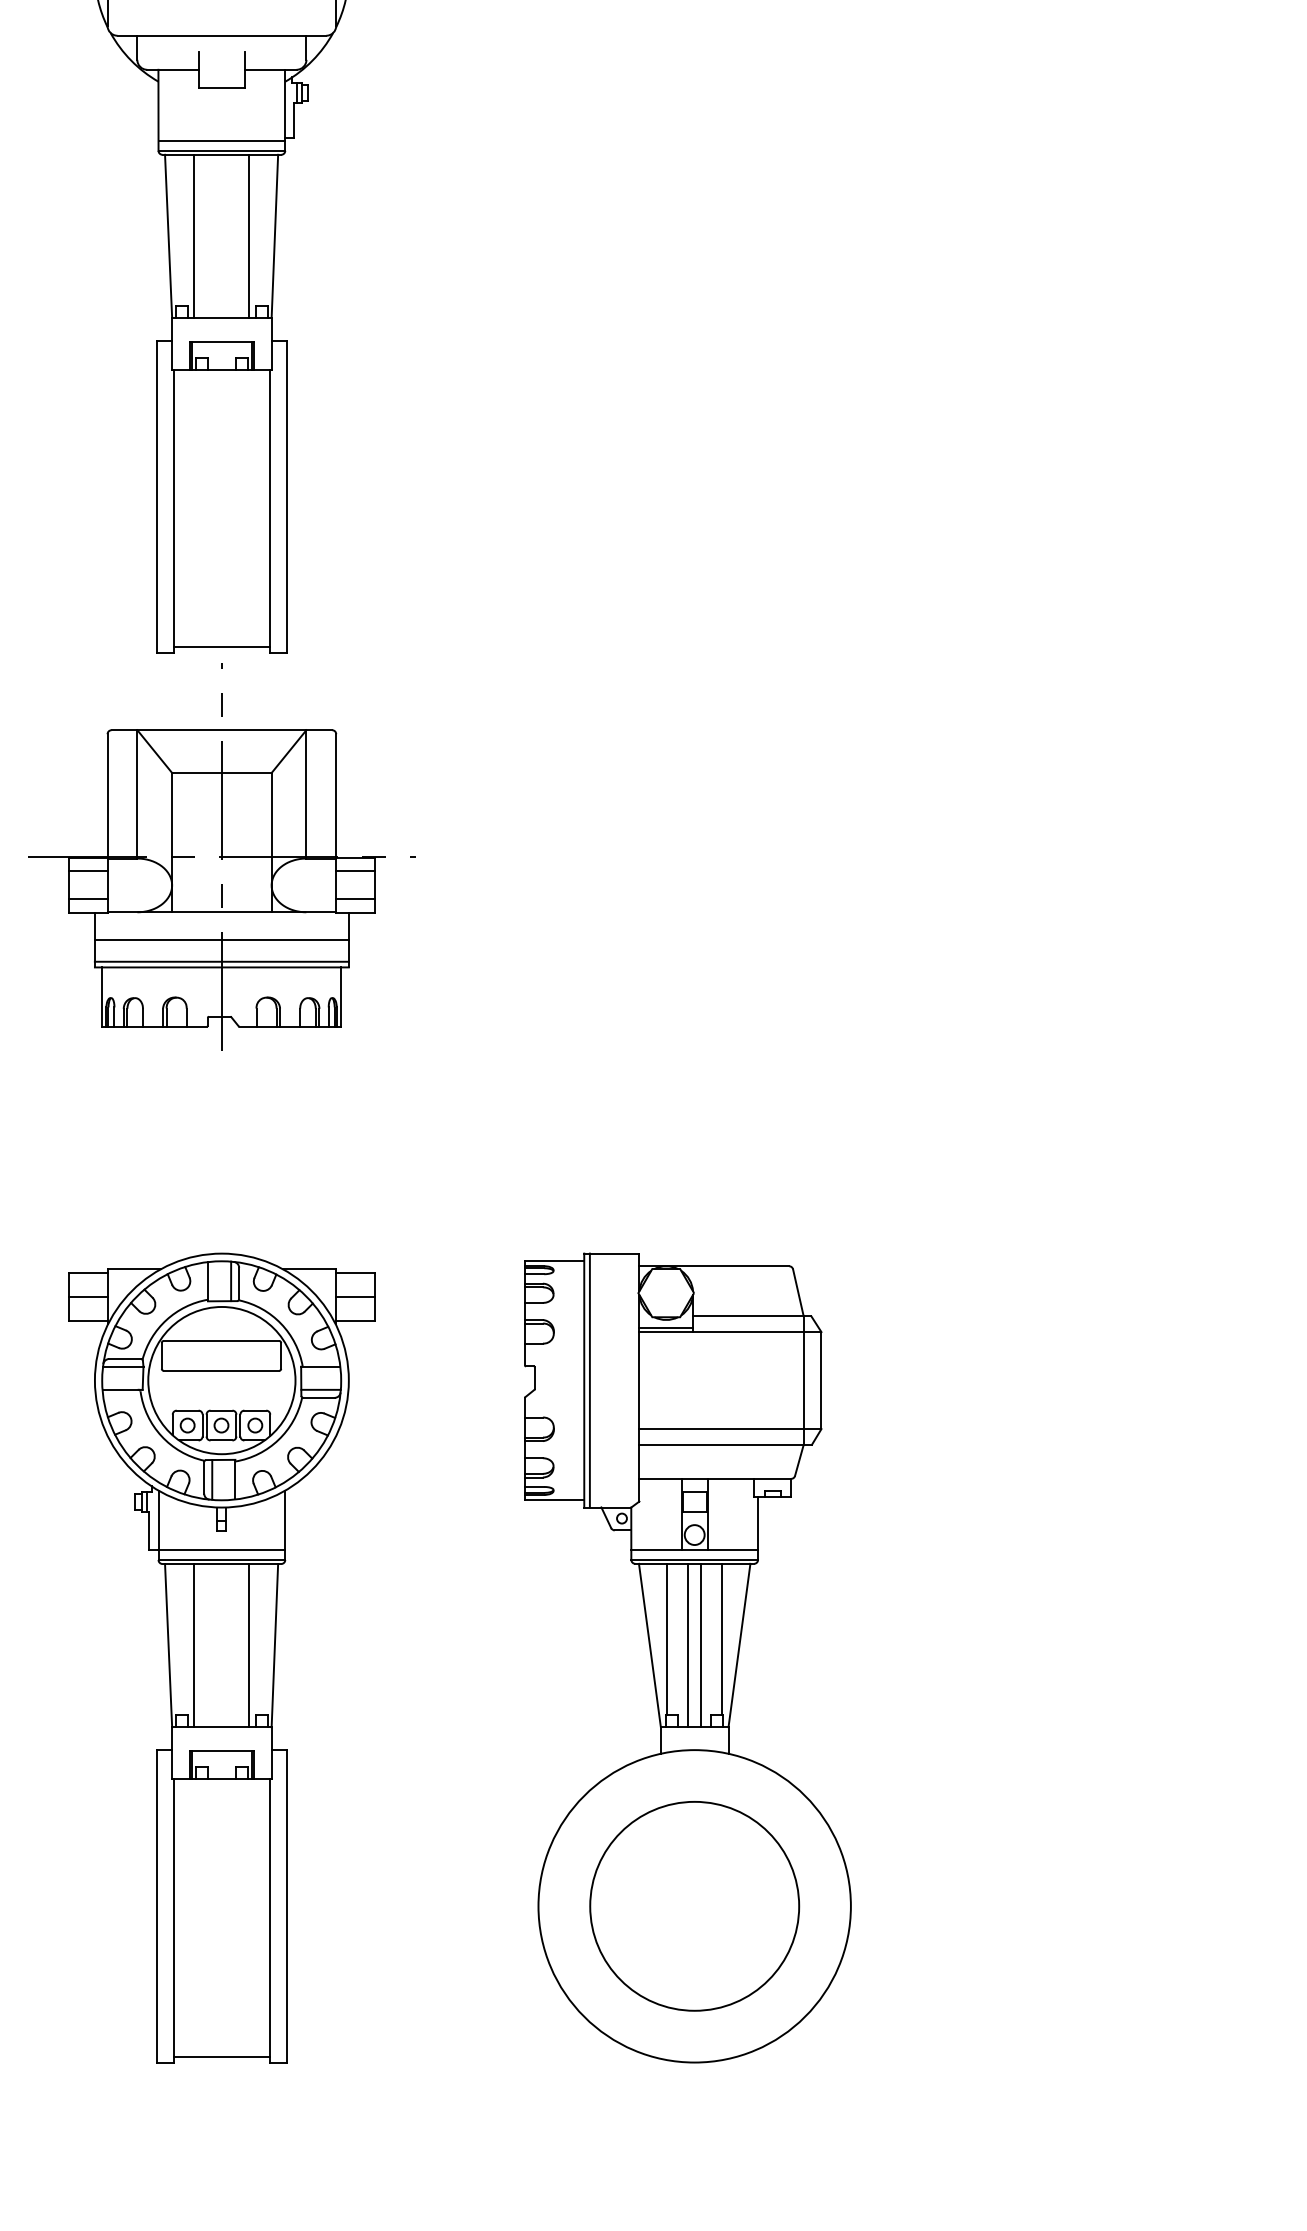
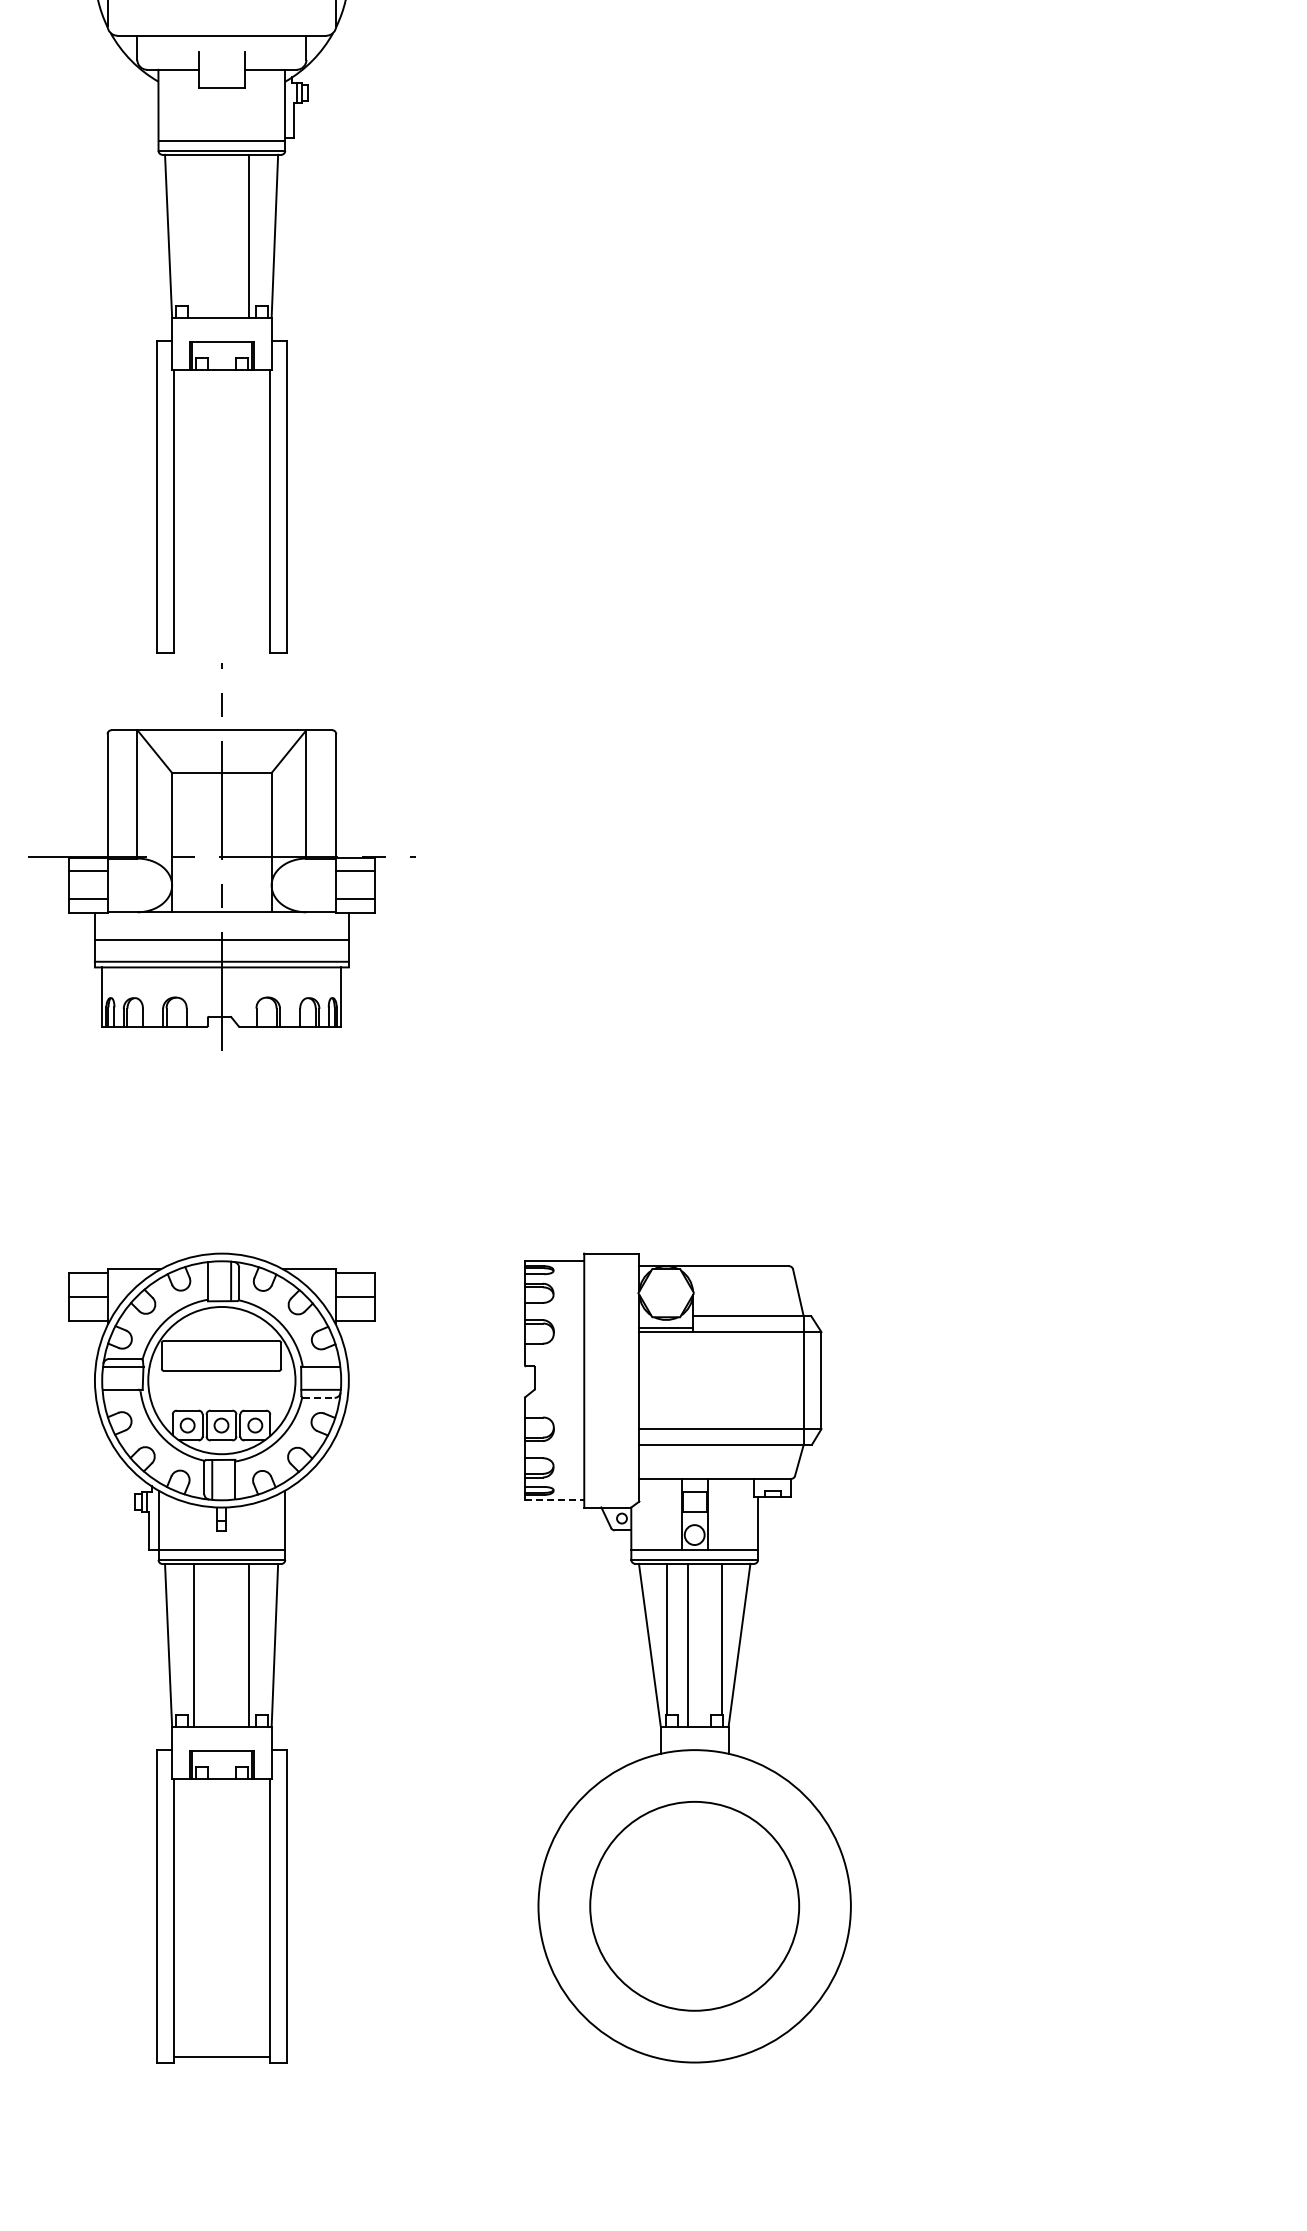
line at (193, 236): present -> none
line at (221, 647): present -> none
line at (589, 1380): present -> none
line at (319, 1397): solid -> dashed
line at (554, 1500): solid -> dashed
line at (701, 1645): present -> none
